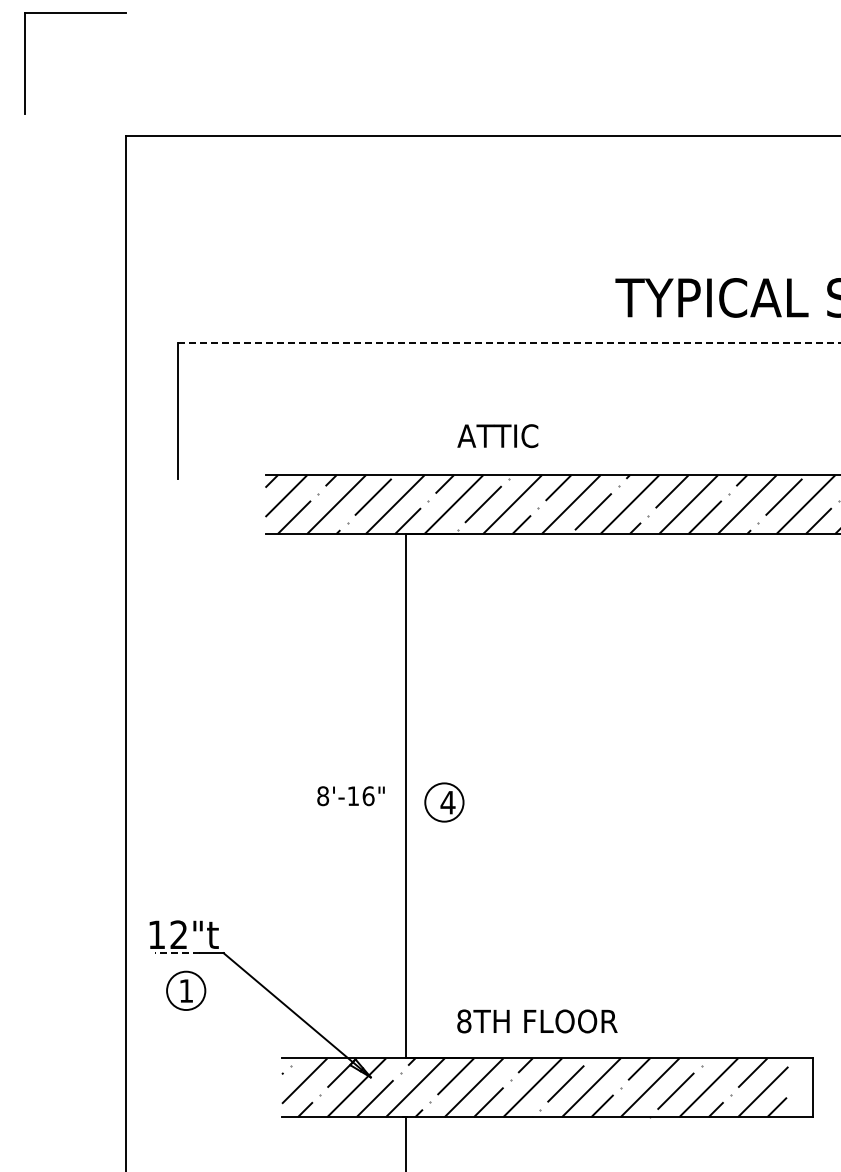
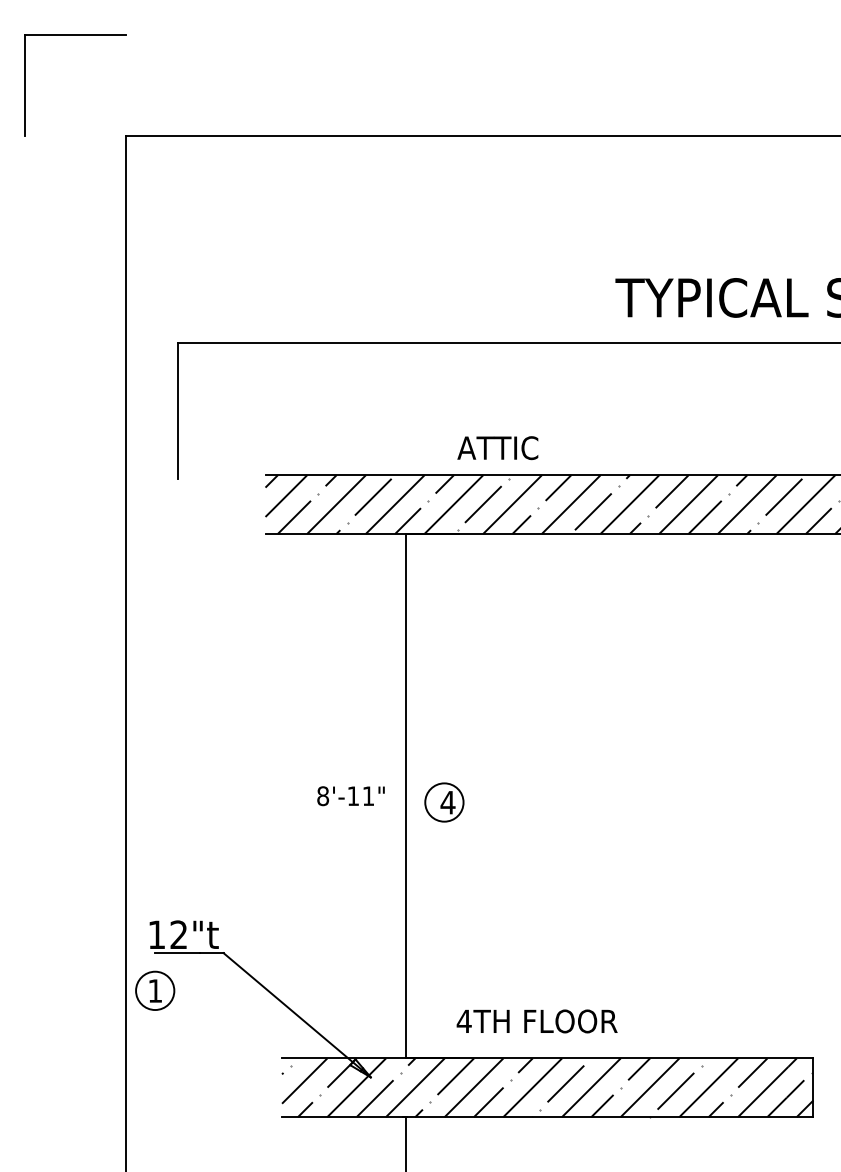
part at (75, 13) position: (75, 13) -> (75, 35)
line at (509, 343): dashed -> solid
text at (497, 436) position: (497, 436) -> (497, 448)
text at (368, 796): 8'-16" -> 8'-11"
line at (177, 953): dashed -> solid
part at (186, 990) position: (186, 990) -> (155, 990)
text at (463, 1021): 8TH -> 4TH
hatch at (799, 1087): none -> present
